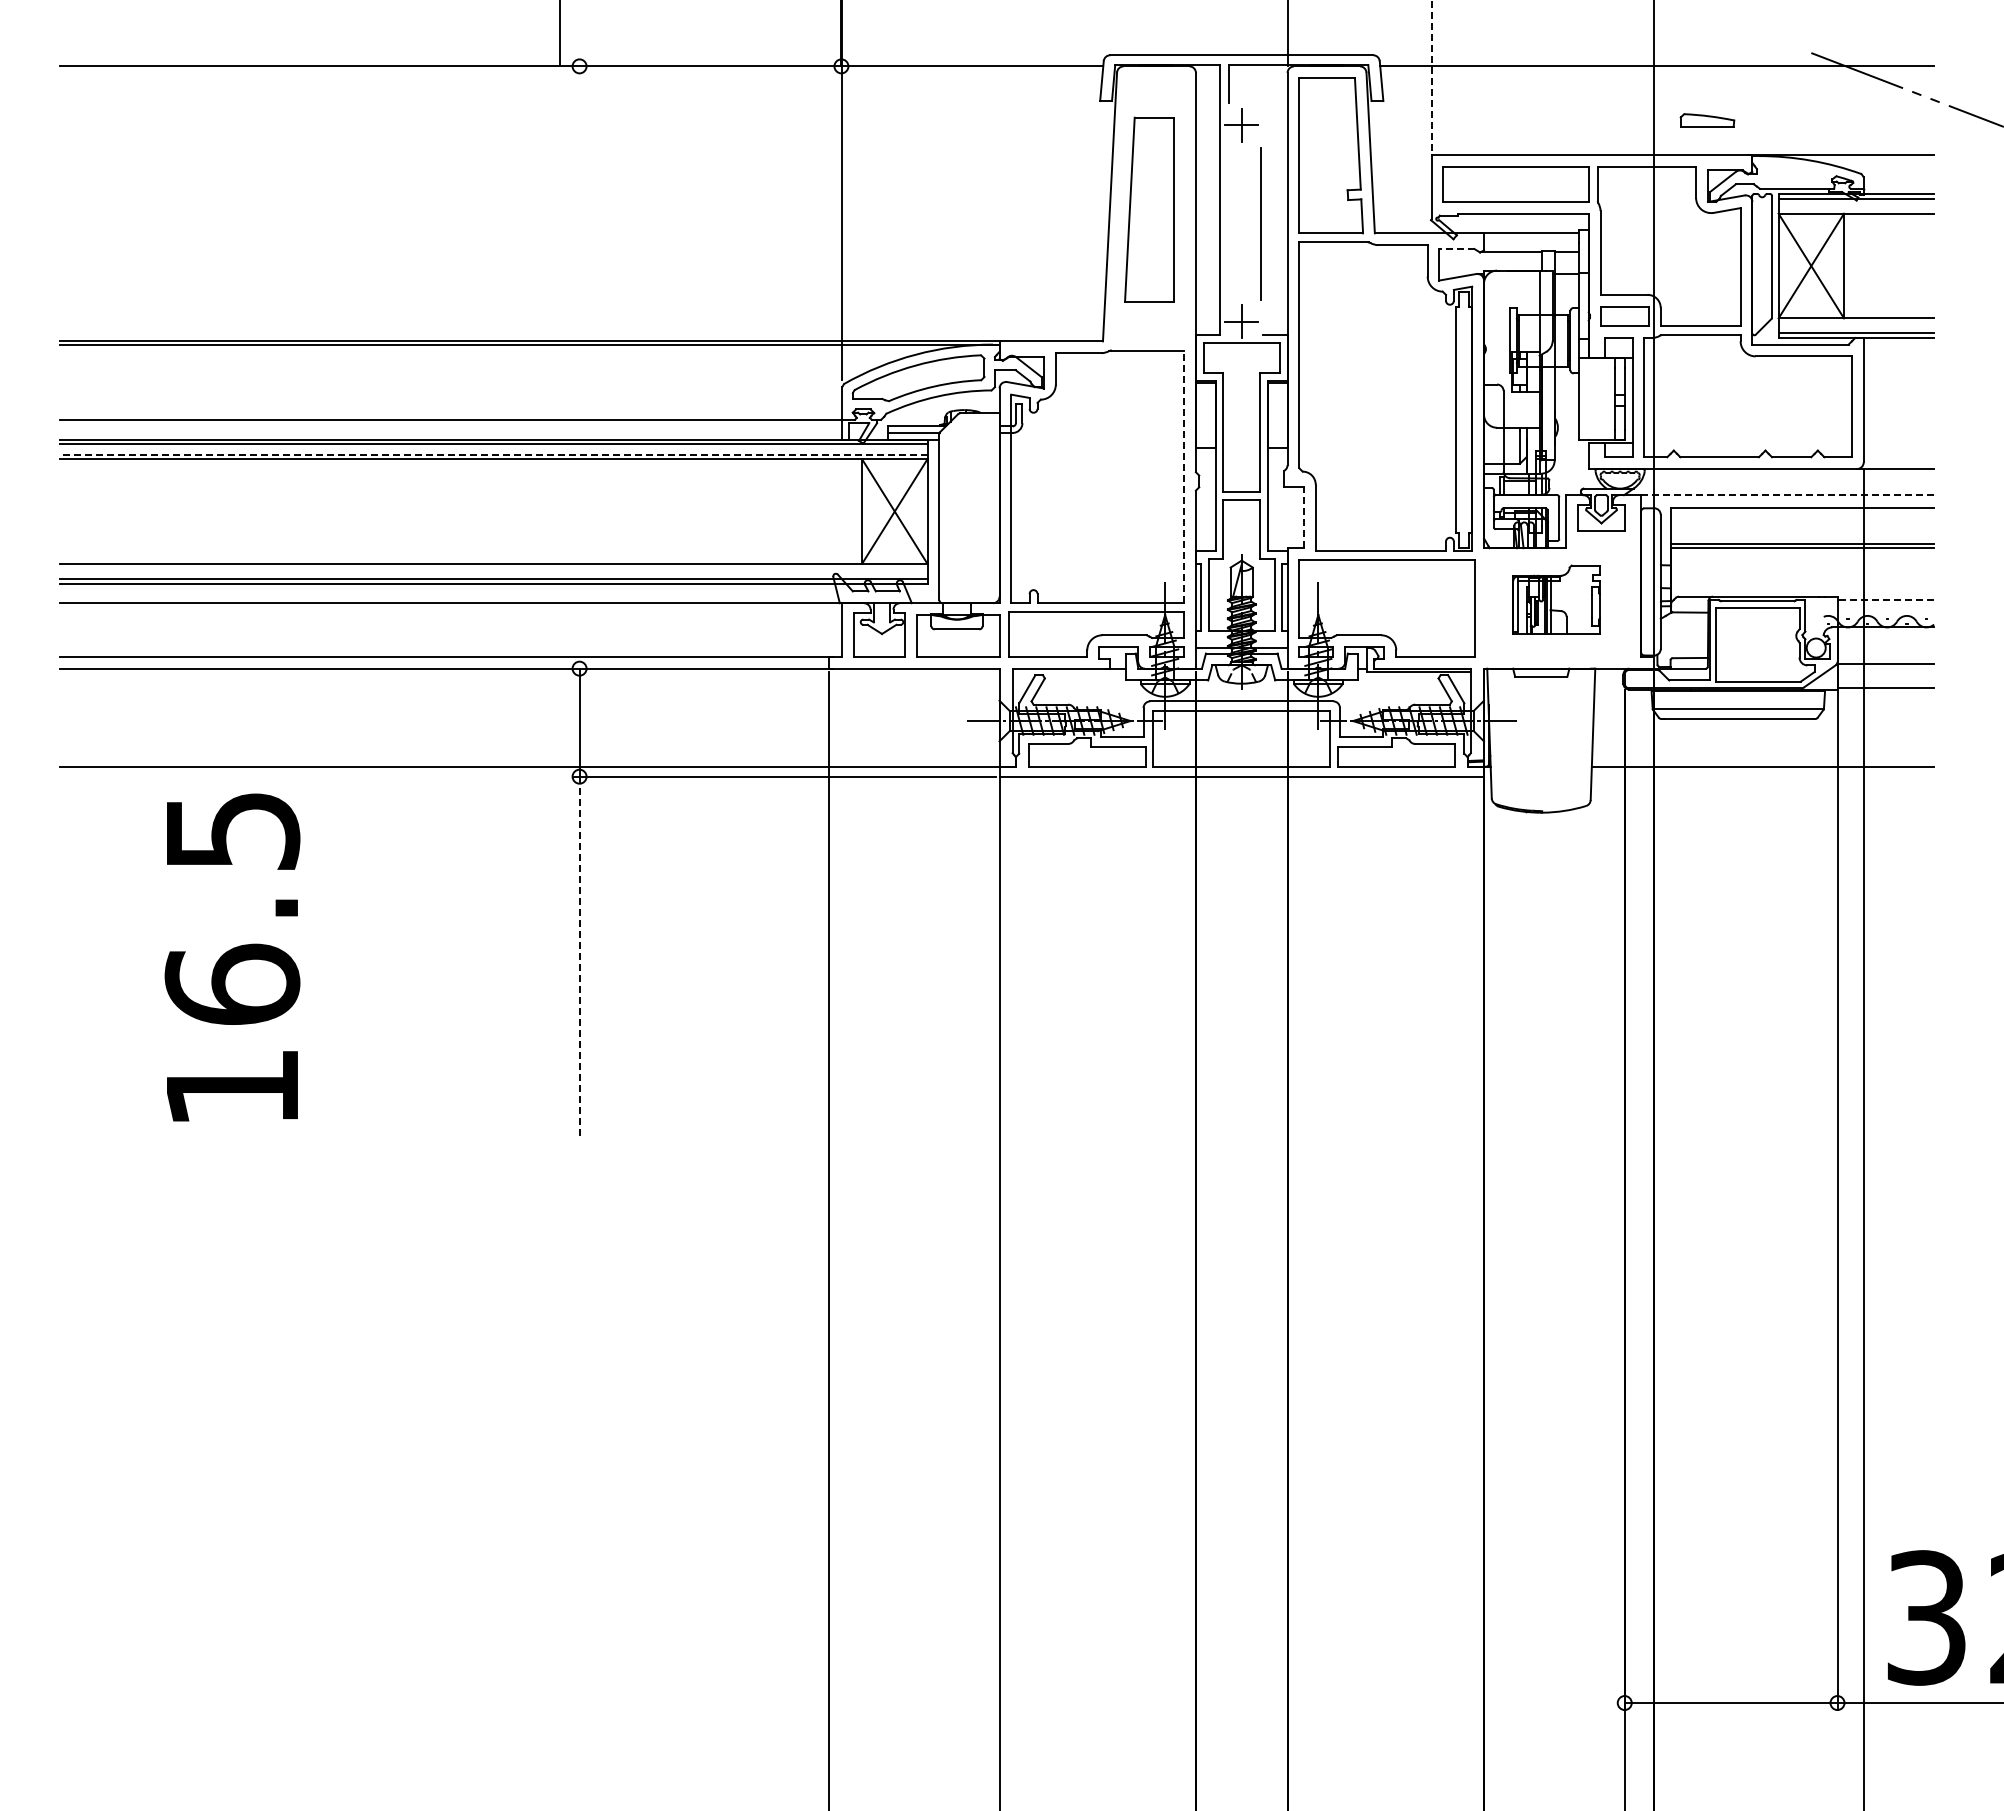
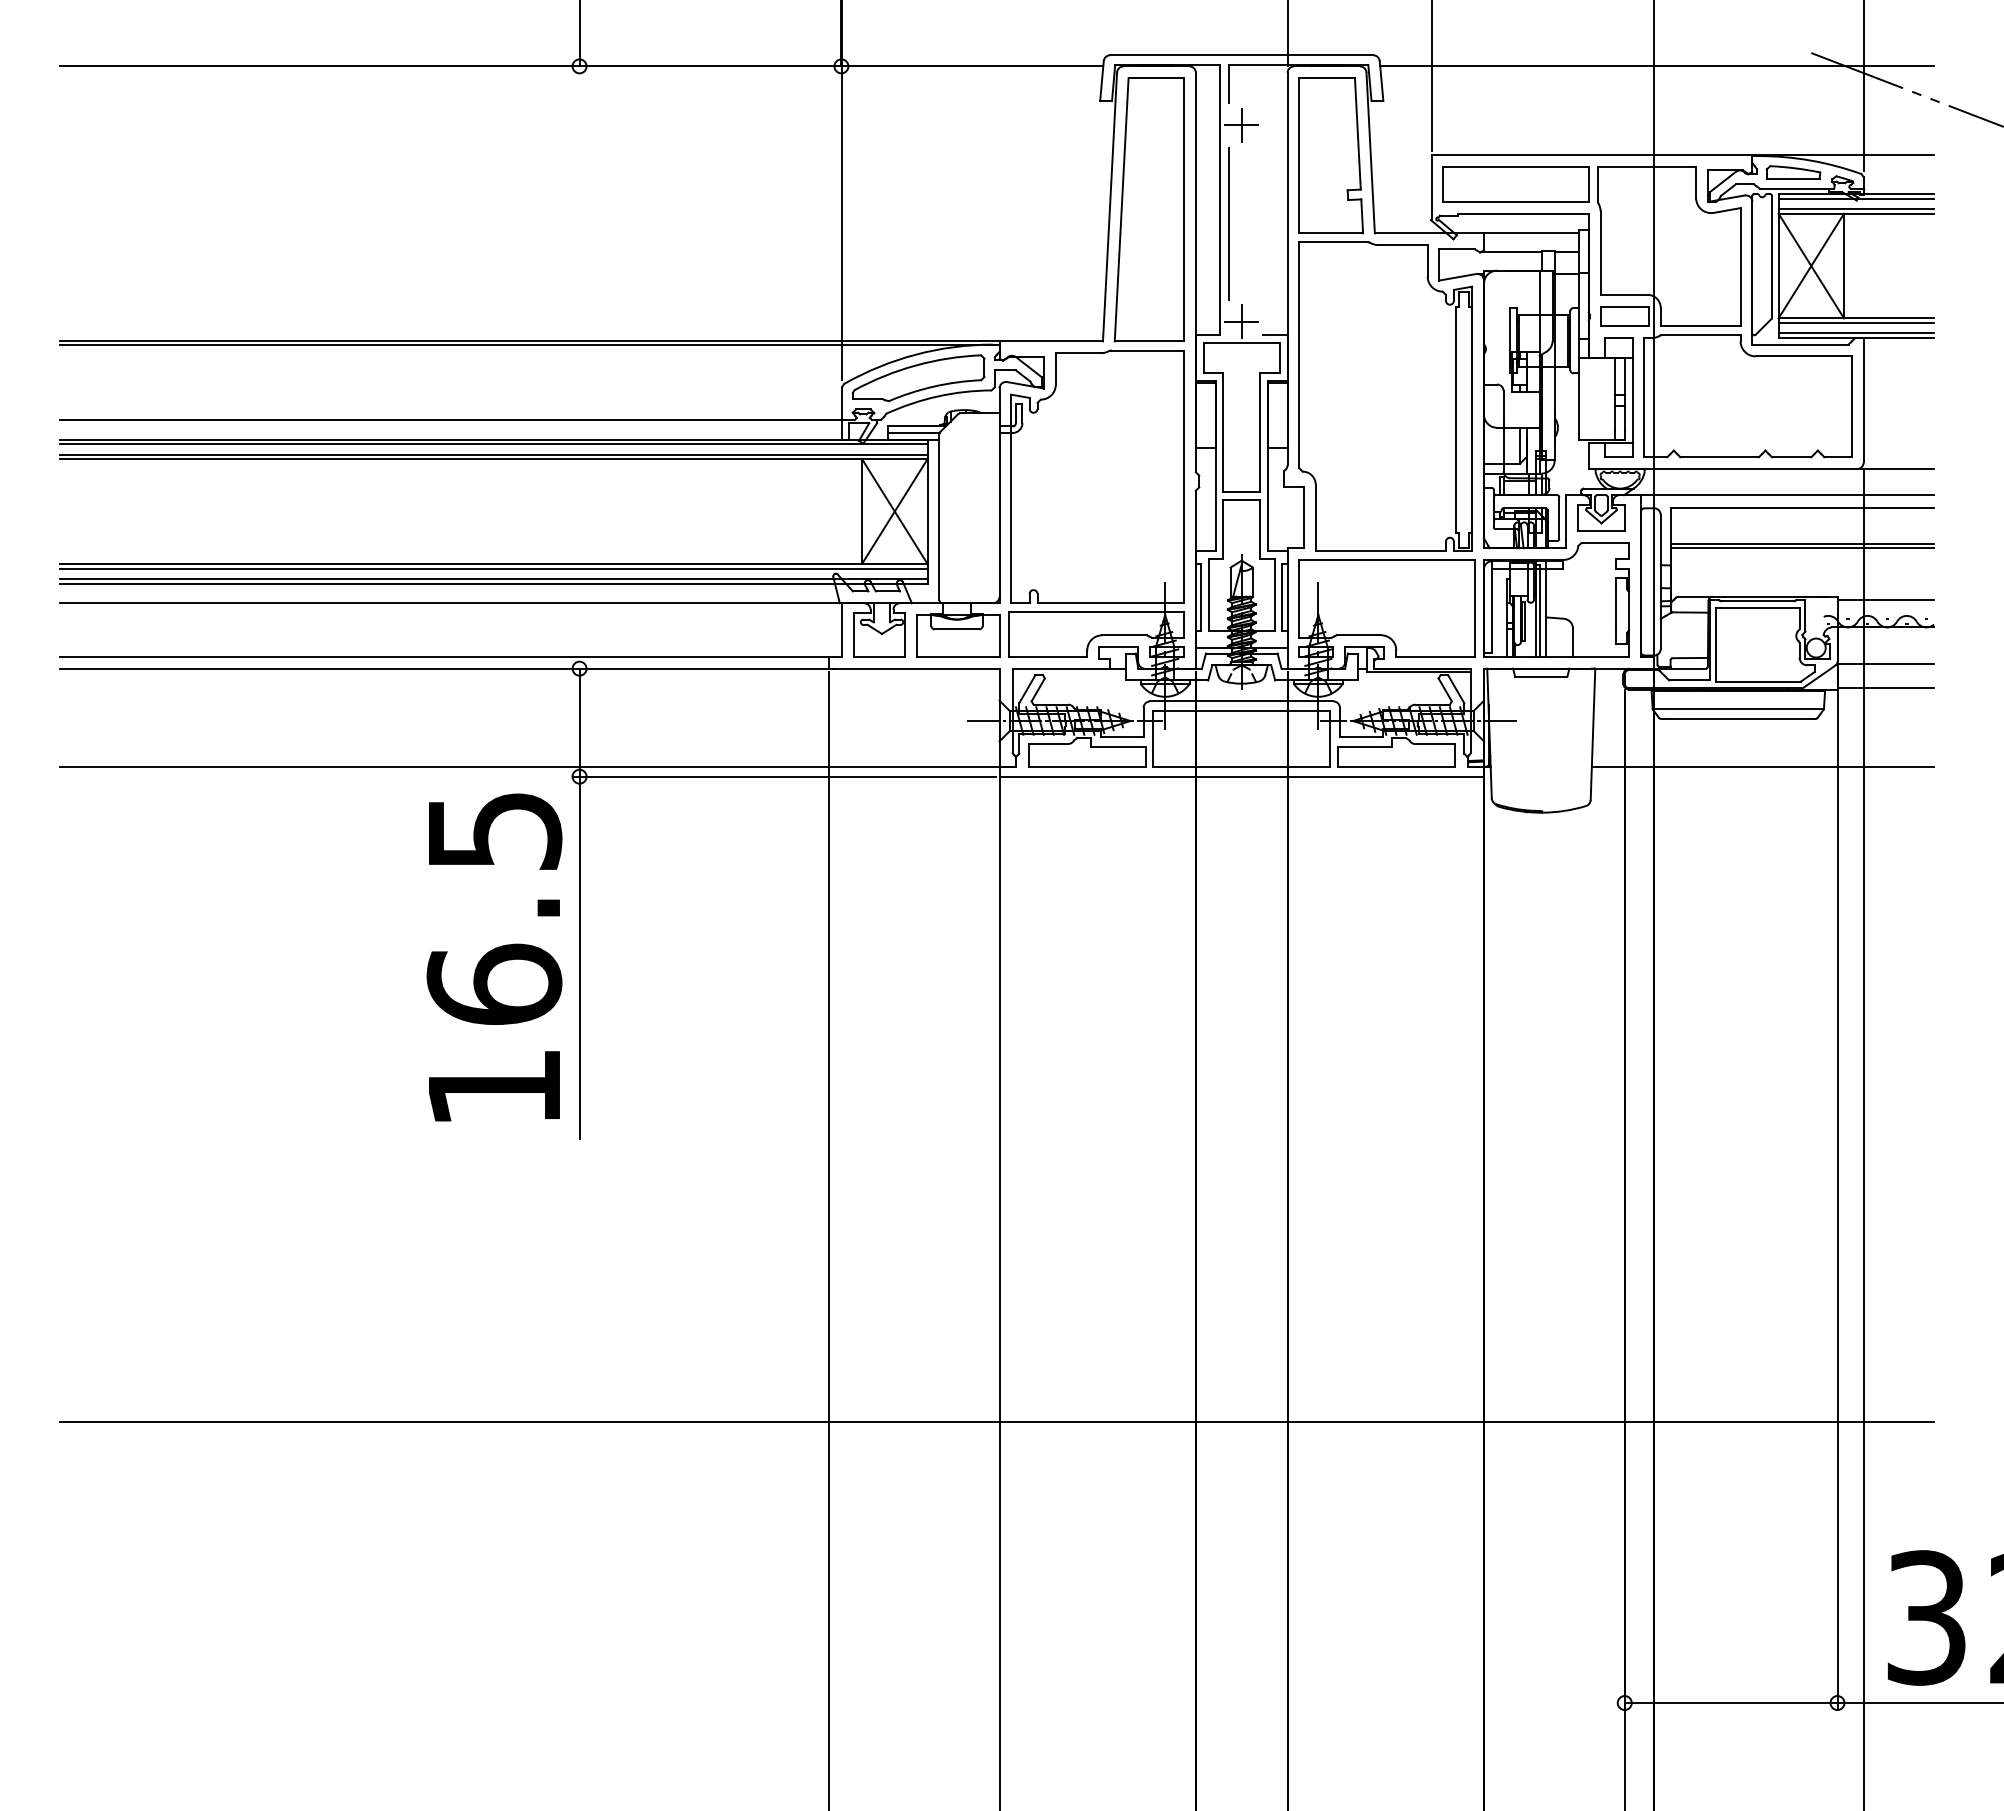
line at (559, 34) position: (559, 34) -> (579, 34)
line at (1431, 75): dashed -> solid
line at (1863, 86): none -> present
part at (1707, 120) position: (1707, 120) -> (1793, 172)
part at (1149, 209) size: 51x187 px -> 72x266 px
line at (1856, 209): none -> present
line at (1260, 223) position: (1260, 223) -> (1228, 223)
line at (1456, 249): dashed -> solid
line at (1856, 323): none -> present
line at (493, 454): dashed -> solid
line at (1184, 476): dashed -> solid
line at (1785, 495): dashed -> solid
line at (1303, 517): dashed -> solid
line at (493, 568): none -> present
part at (1556, 599) size: 89x71 px -> 148x117 px
line at (1885, 599): dashed -> solid
text at (232, 957) position: (232, 957) -> (494, 957)
line at (579, 958): dashed -> solid
line at (997, 1421): none -> present
